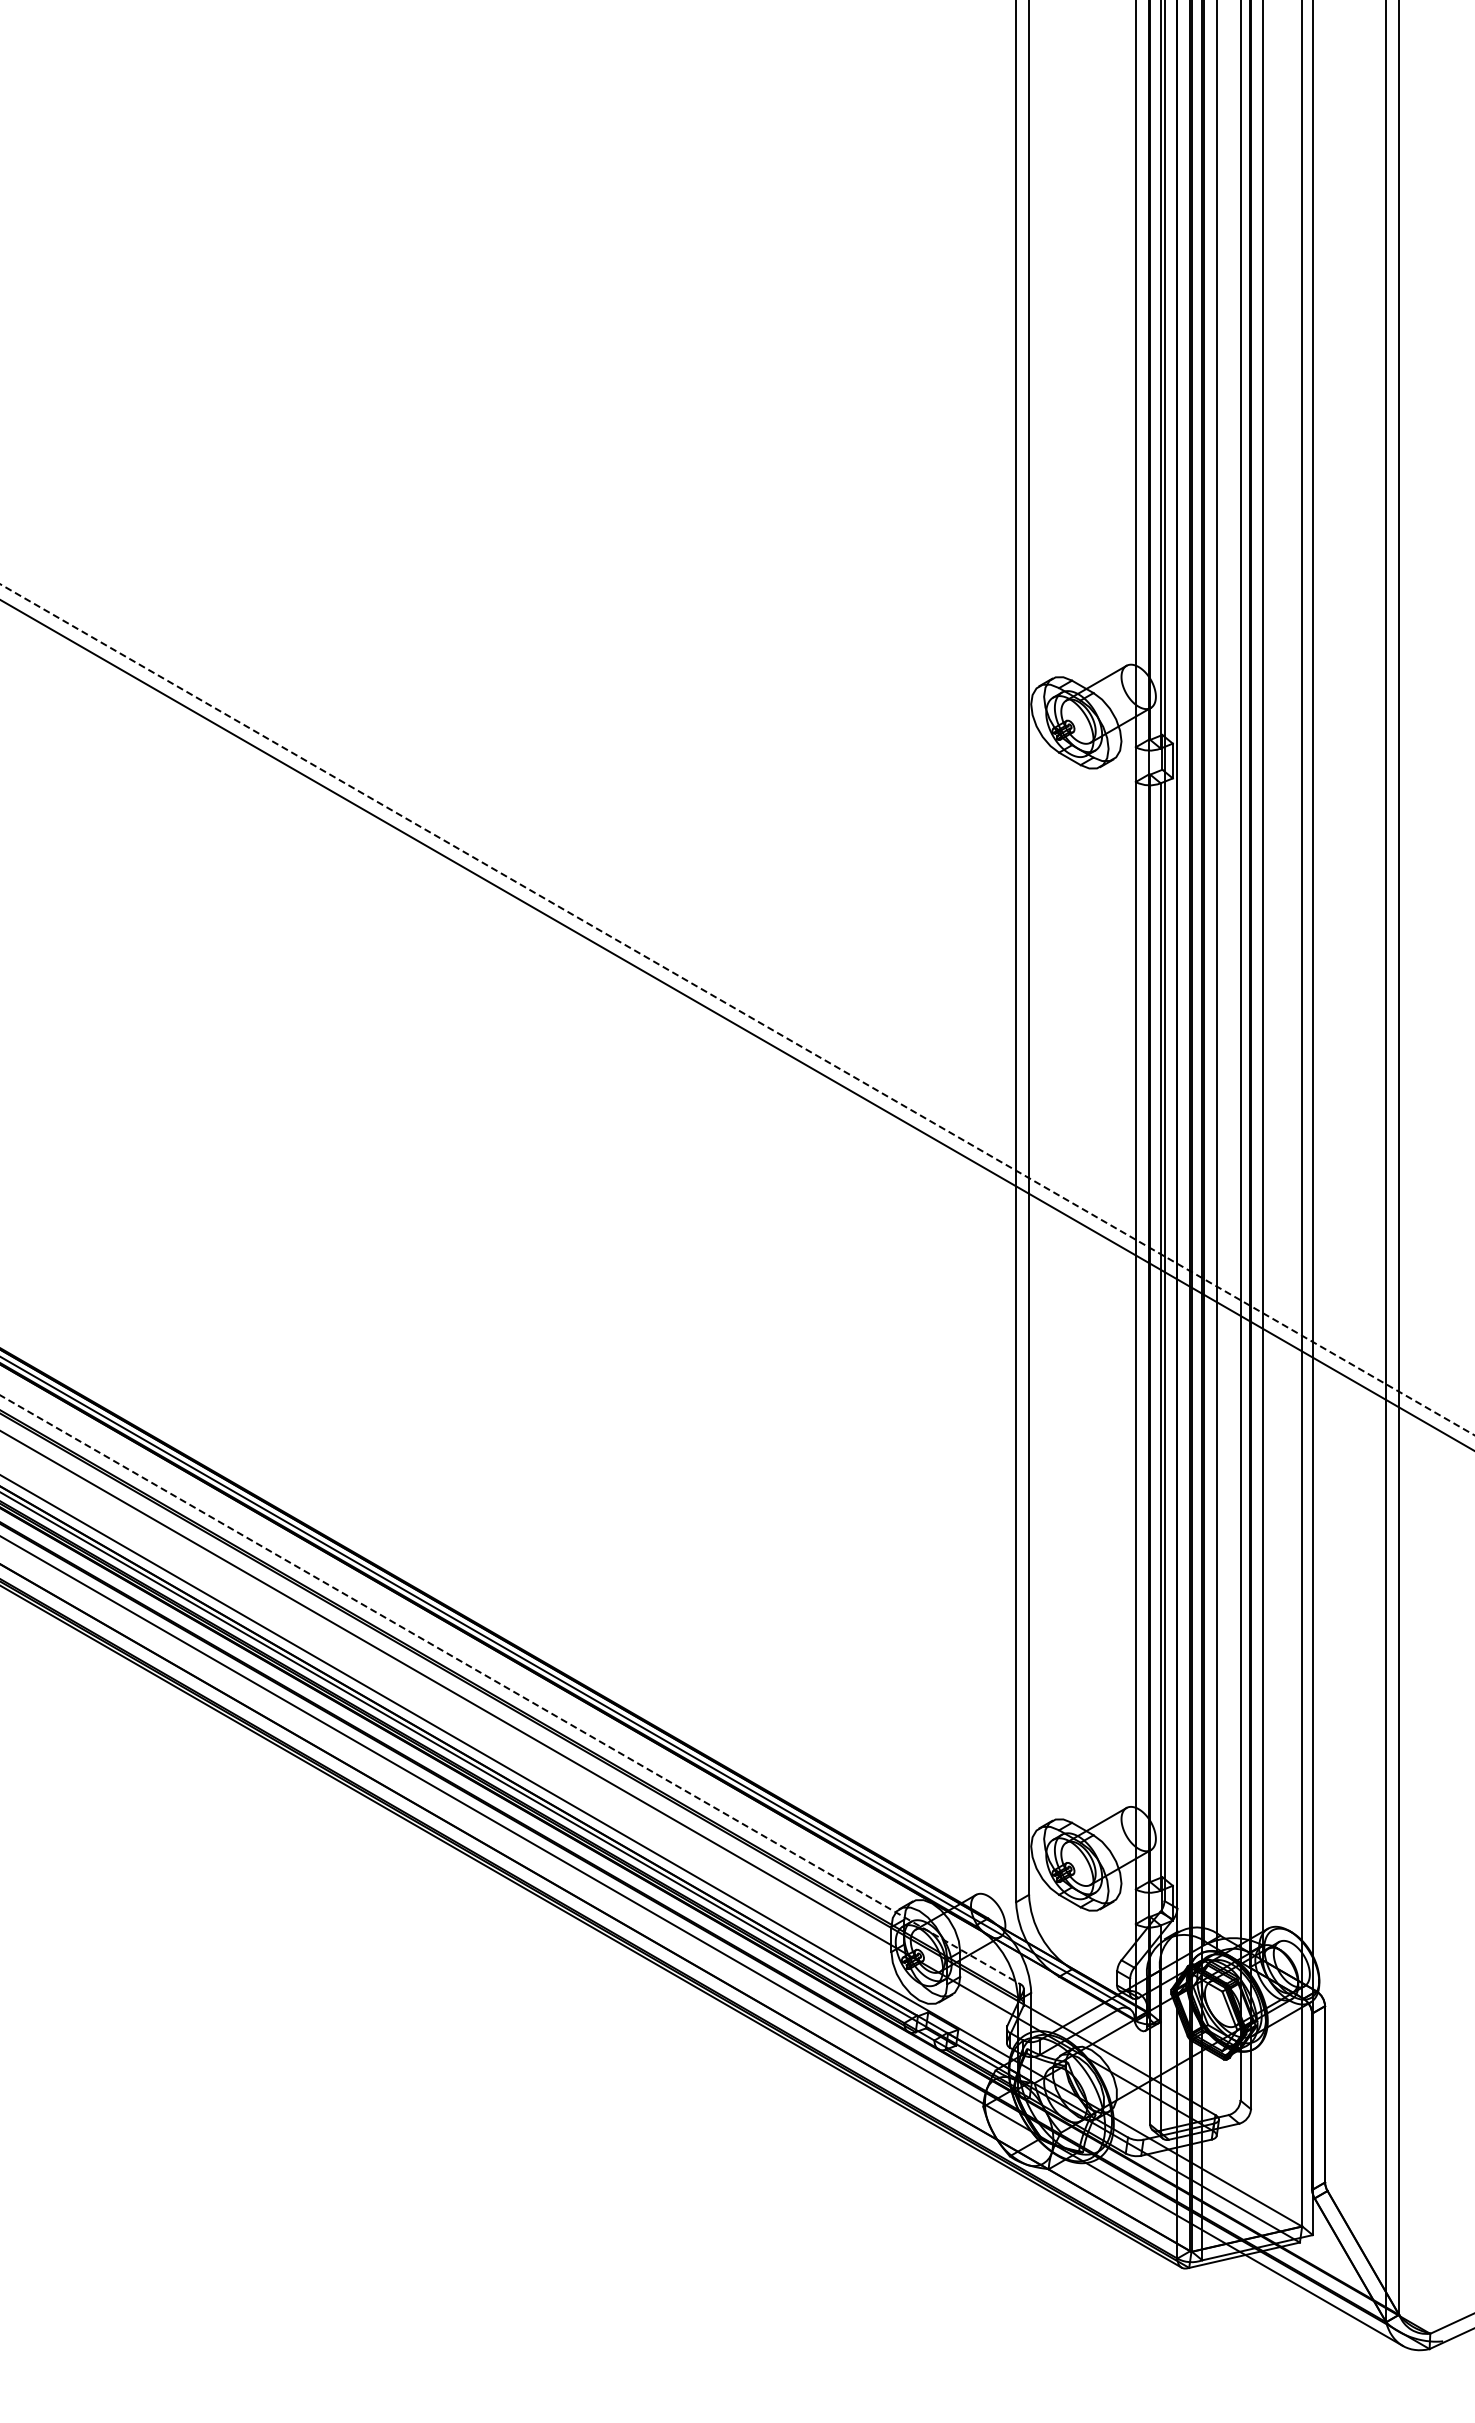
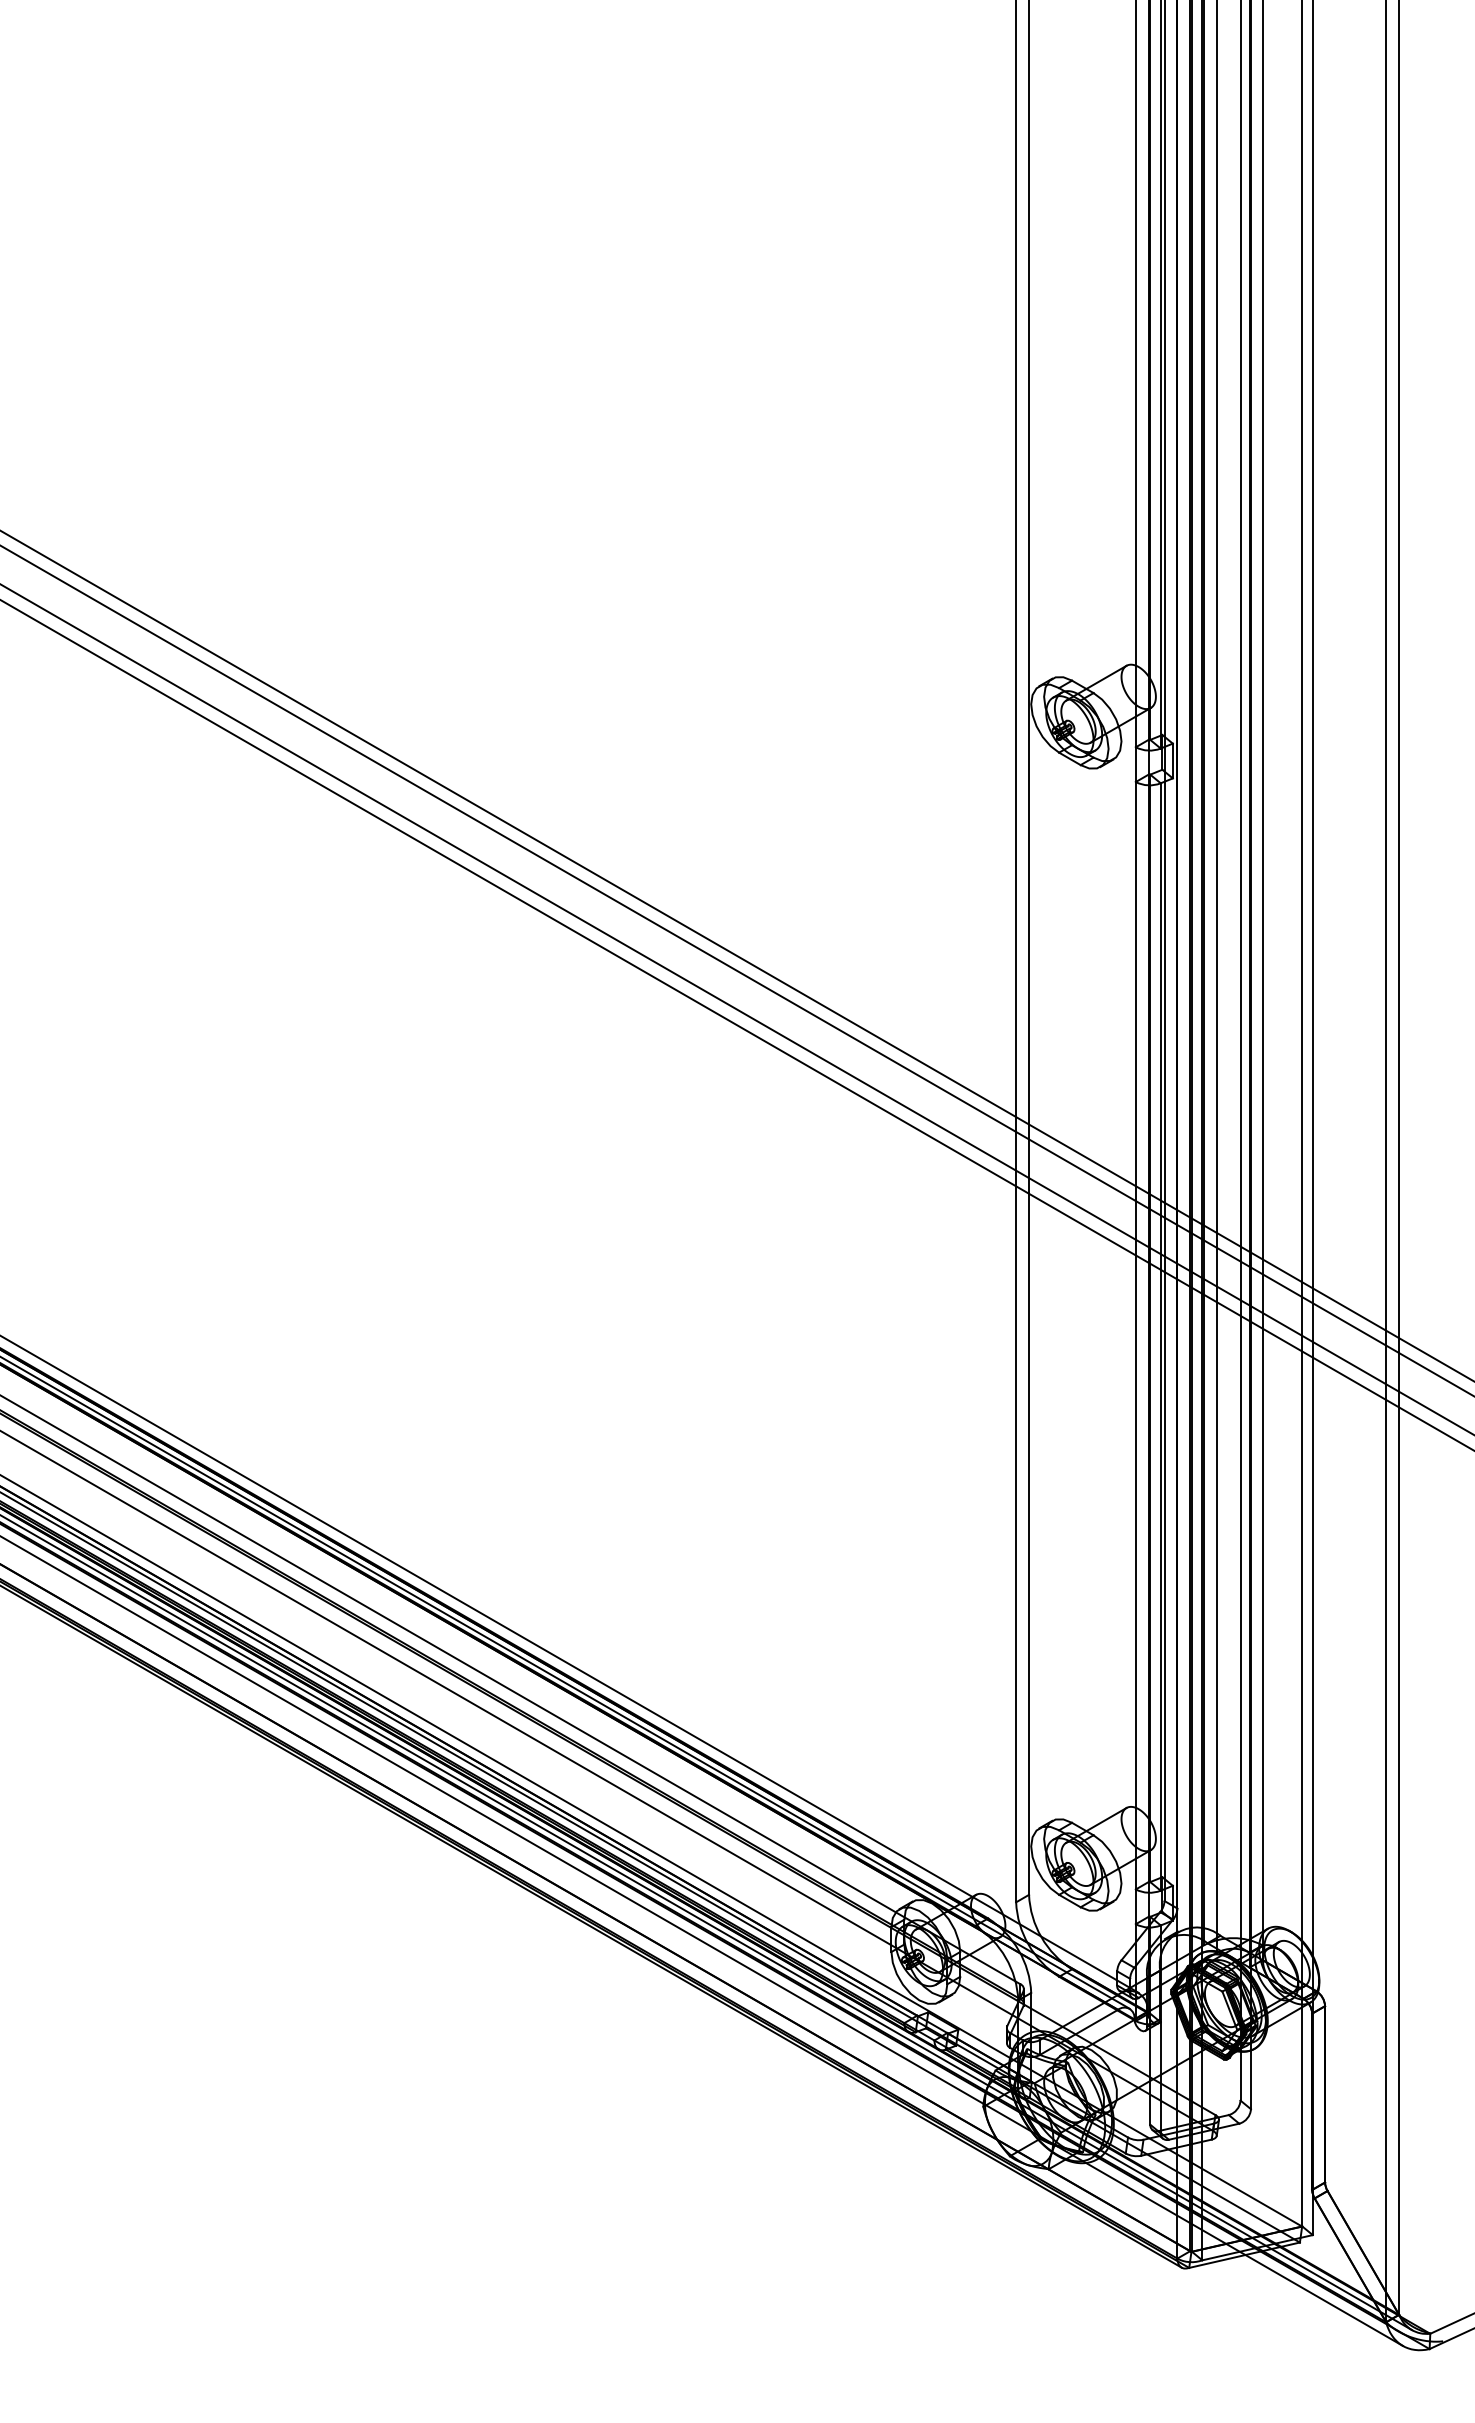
line at (736, 956): none -> present
line at (736, 970): none -> present
line at (737, 1010): dashed -> solid
line at (570, 1664): none -> present
line at (510, 1689): dashed -> solid
line at (707, 1923): none -> present
